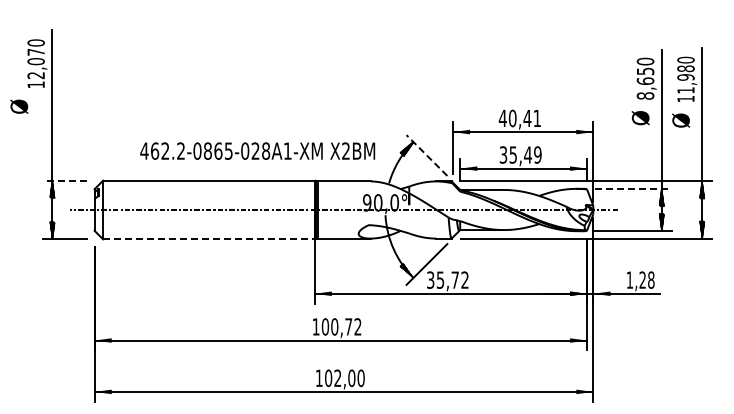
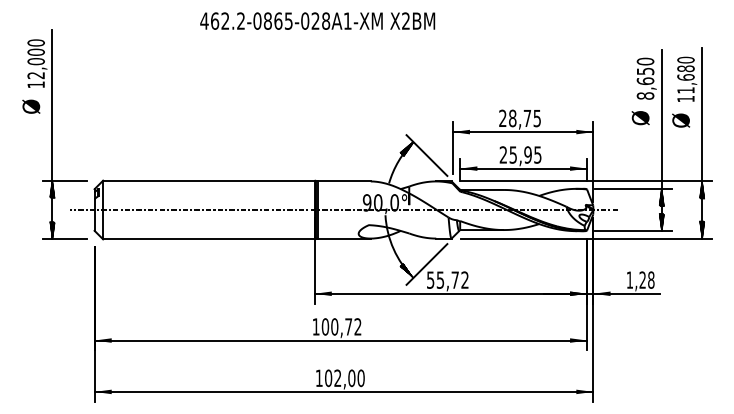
text at (35, 51): 12,070 -> 12,000
text at (685, 77): 11,980 -> 11,680
text at (19, 106) position: (19, 106) -> (31, 106)
text at (519, 118): 40,41 -> 28,75
text at (257, 150) position: (257, 150) -> (317, 20)
text at (520, 154): 35,49 -> 25,95
line at (426, 155): dashed -> solid
line at (64, 180): dashed -> solid
line at (633, 188): dashed -> solid
line at (208, 239): dashed -> solid
text at (430, 279): 35,72 -> 55,72
